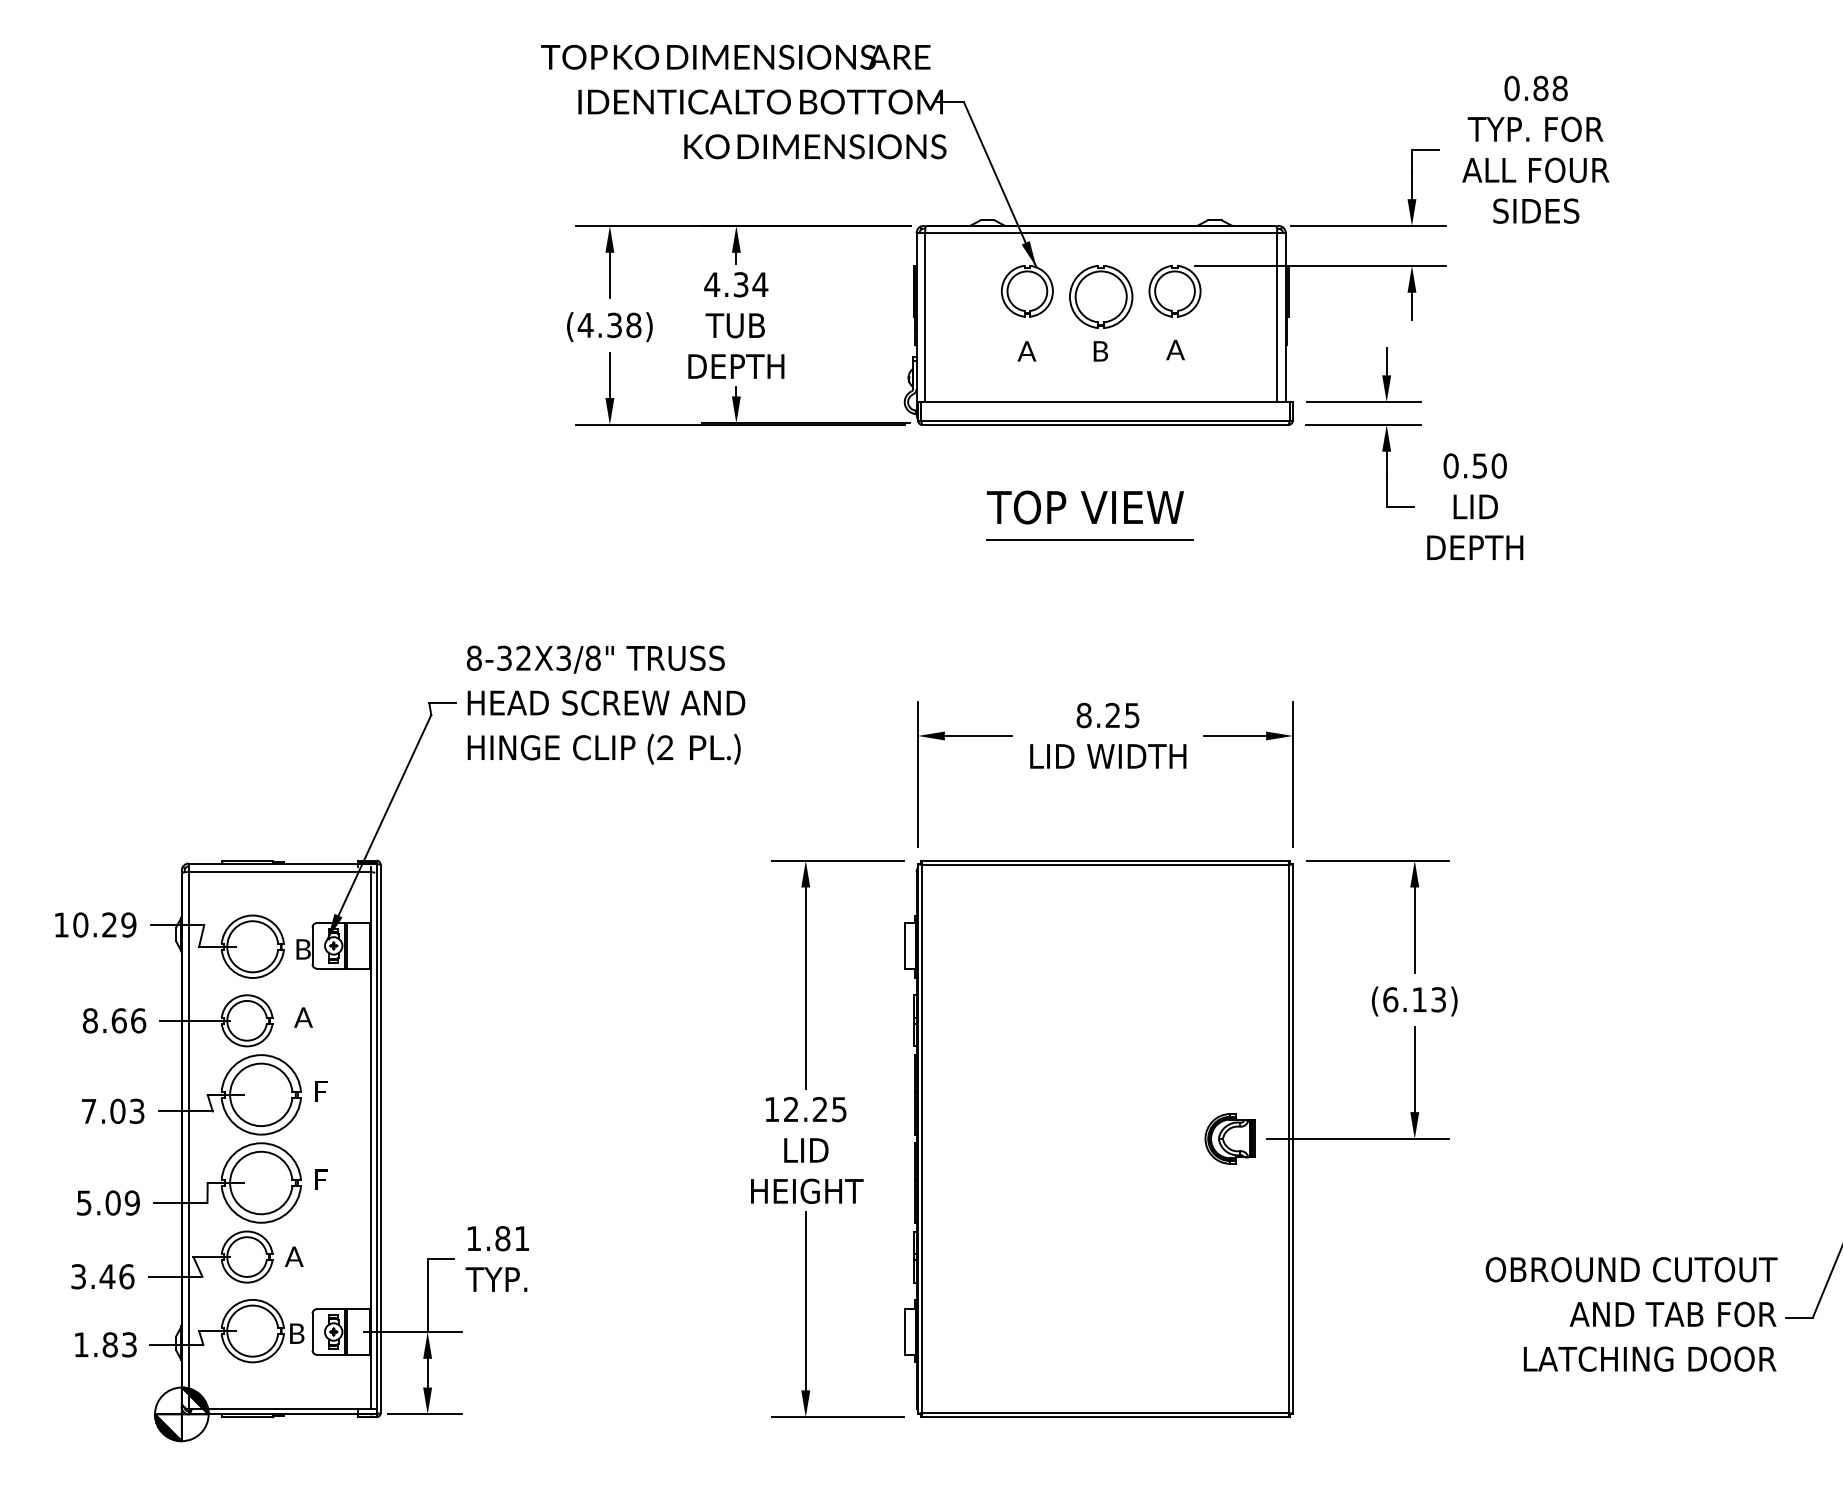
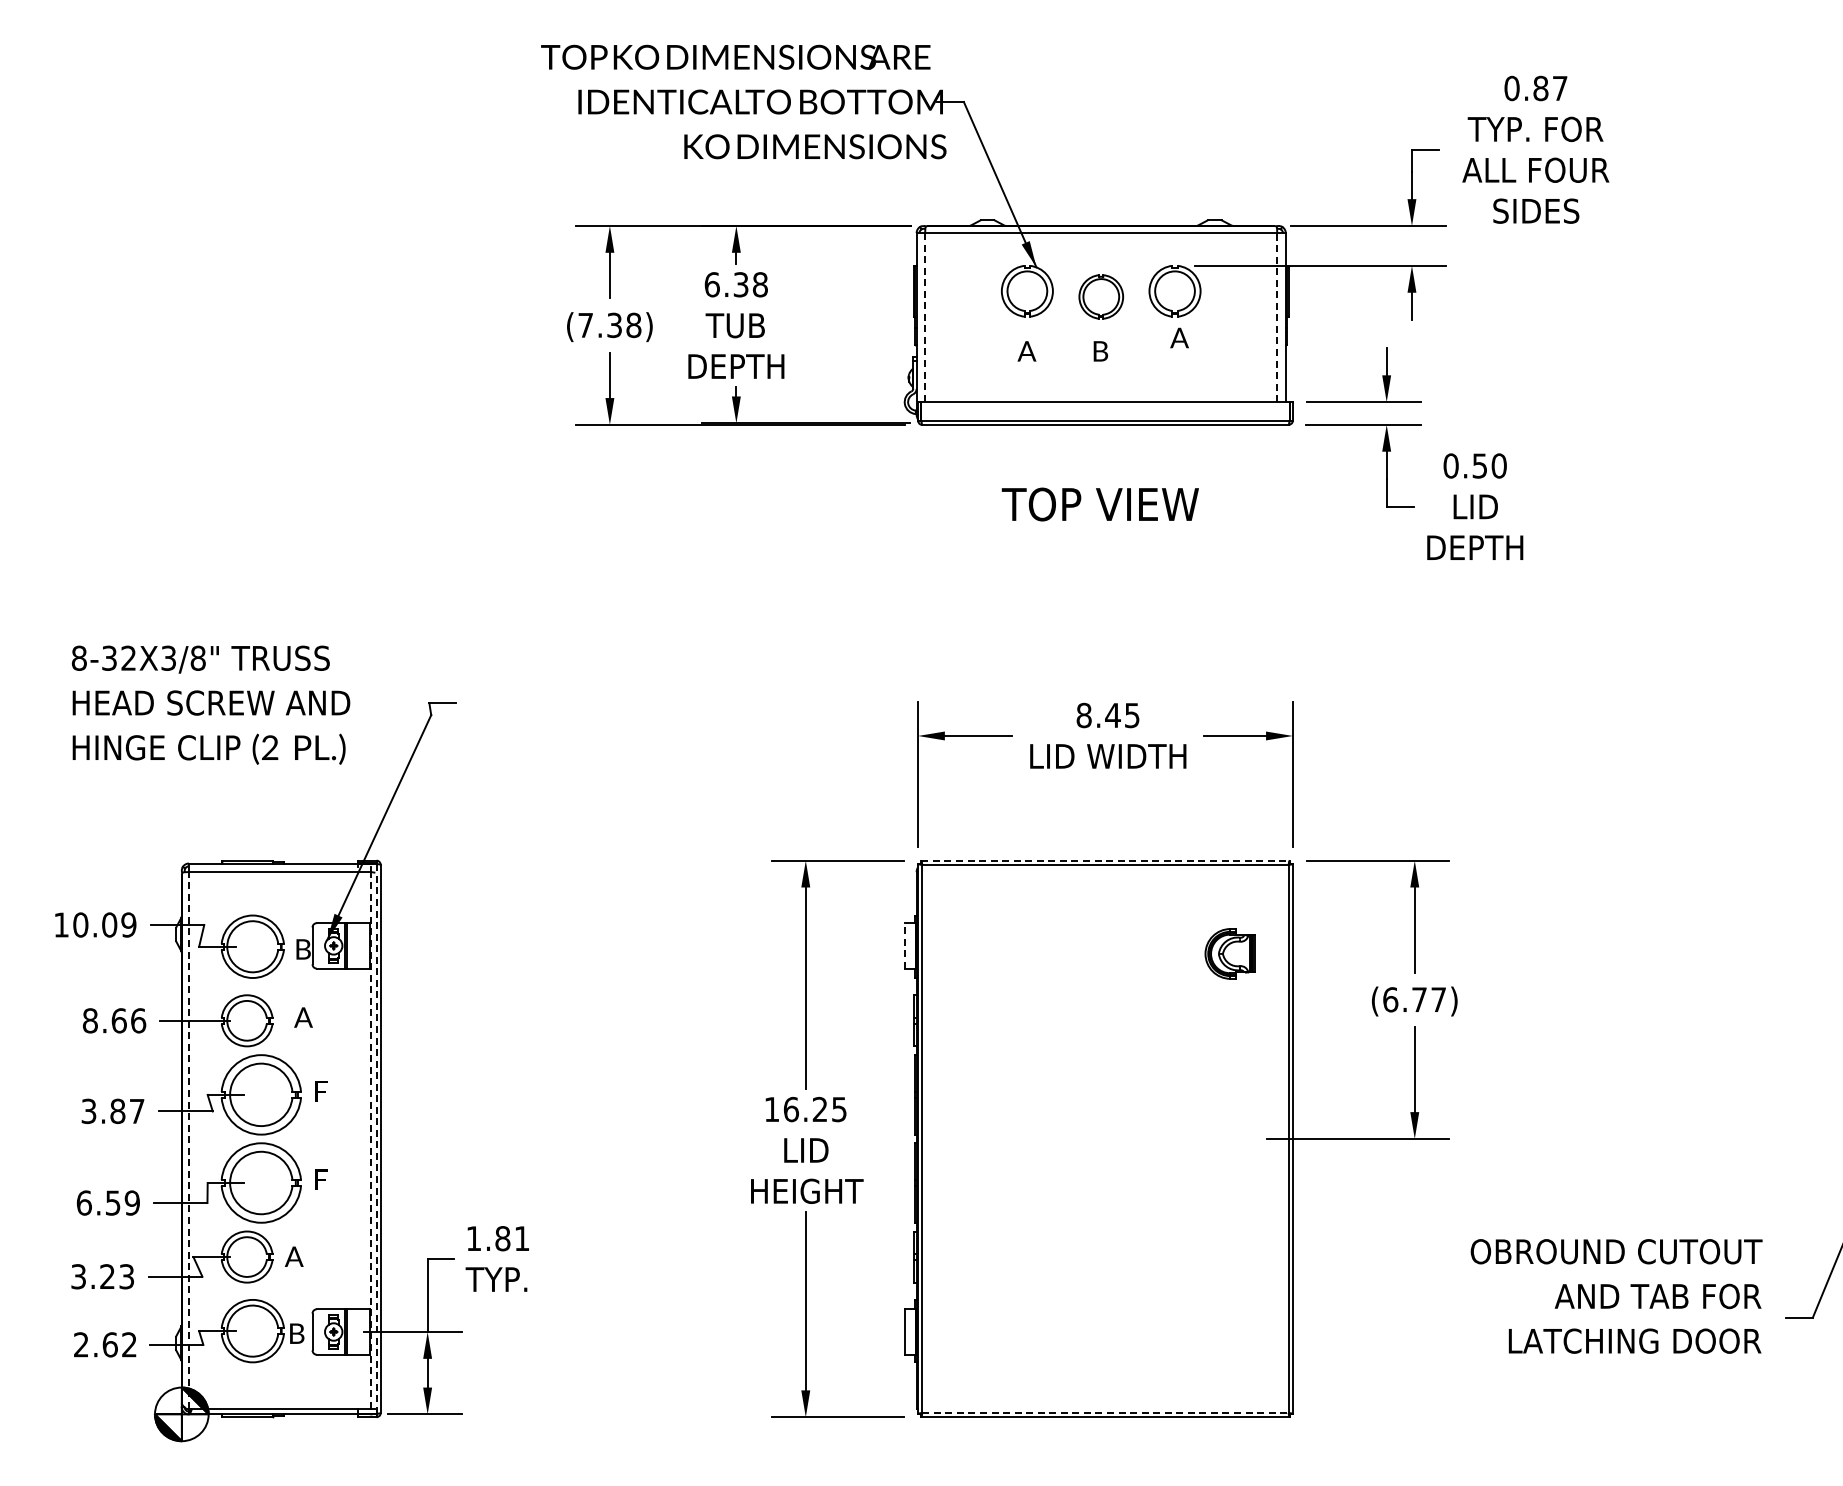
text at (1559, 88): 0.88 -> 0.87
text at (736, 284): 4.34 -> 6.38
part at (1101, 296) size: 65x64 px -> 46x46 px
line at (925, 317): solid -> dashed
line at (1277, 317): solid -> dashed
text at (585, 325): (4.38) -> (7.38)
text at (1175, 349) position: (1175, 349) -> (1179, 337)
text at (1084, 507) position: (1084, 507) -> (1099, 504)
line at (1089, 539): present -> none
text at (605, 704) position: (605, 704) -> (210, 704)
text at (1112, 714): 8.25 -> 8.45
line at (1105, 860): solid -> dashed
text at (109, 924): 10.29 -> 10.09
line at (904, 945): solid -> dashed
text at (1428, 999): (6.13) -> (6.77)
text at (790, 1109): 12.25 -> 16.25
text at (112, 1111): 7.03 -> 3.87
line at (376, 1138): solid -> dashed
part at (1229, 1138) position: (1229, 1138) -> (1229, 953)
line at (188, 1139): solid -> dashed
line at (370, 1139): solid -> dashed
text at (98, 1202): 5.09 -> 6.59
text at (116, 1276): 3.46 -> 3.23
text at (1631, 1314) position: (1631, 1314) -> (1616, 1296)
text at (105, 1344): 1.83 -> 2.62
line at (1105, 1412): solid -> dashed
